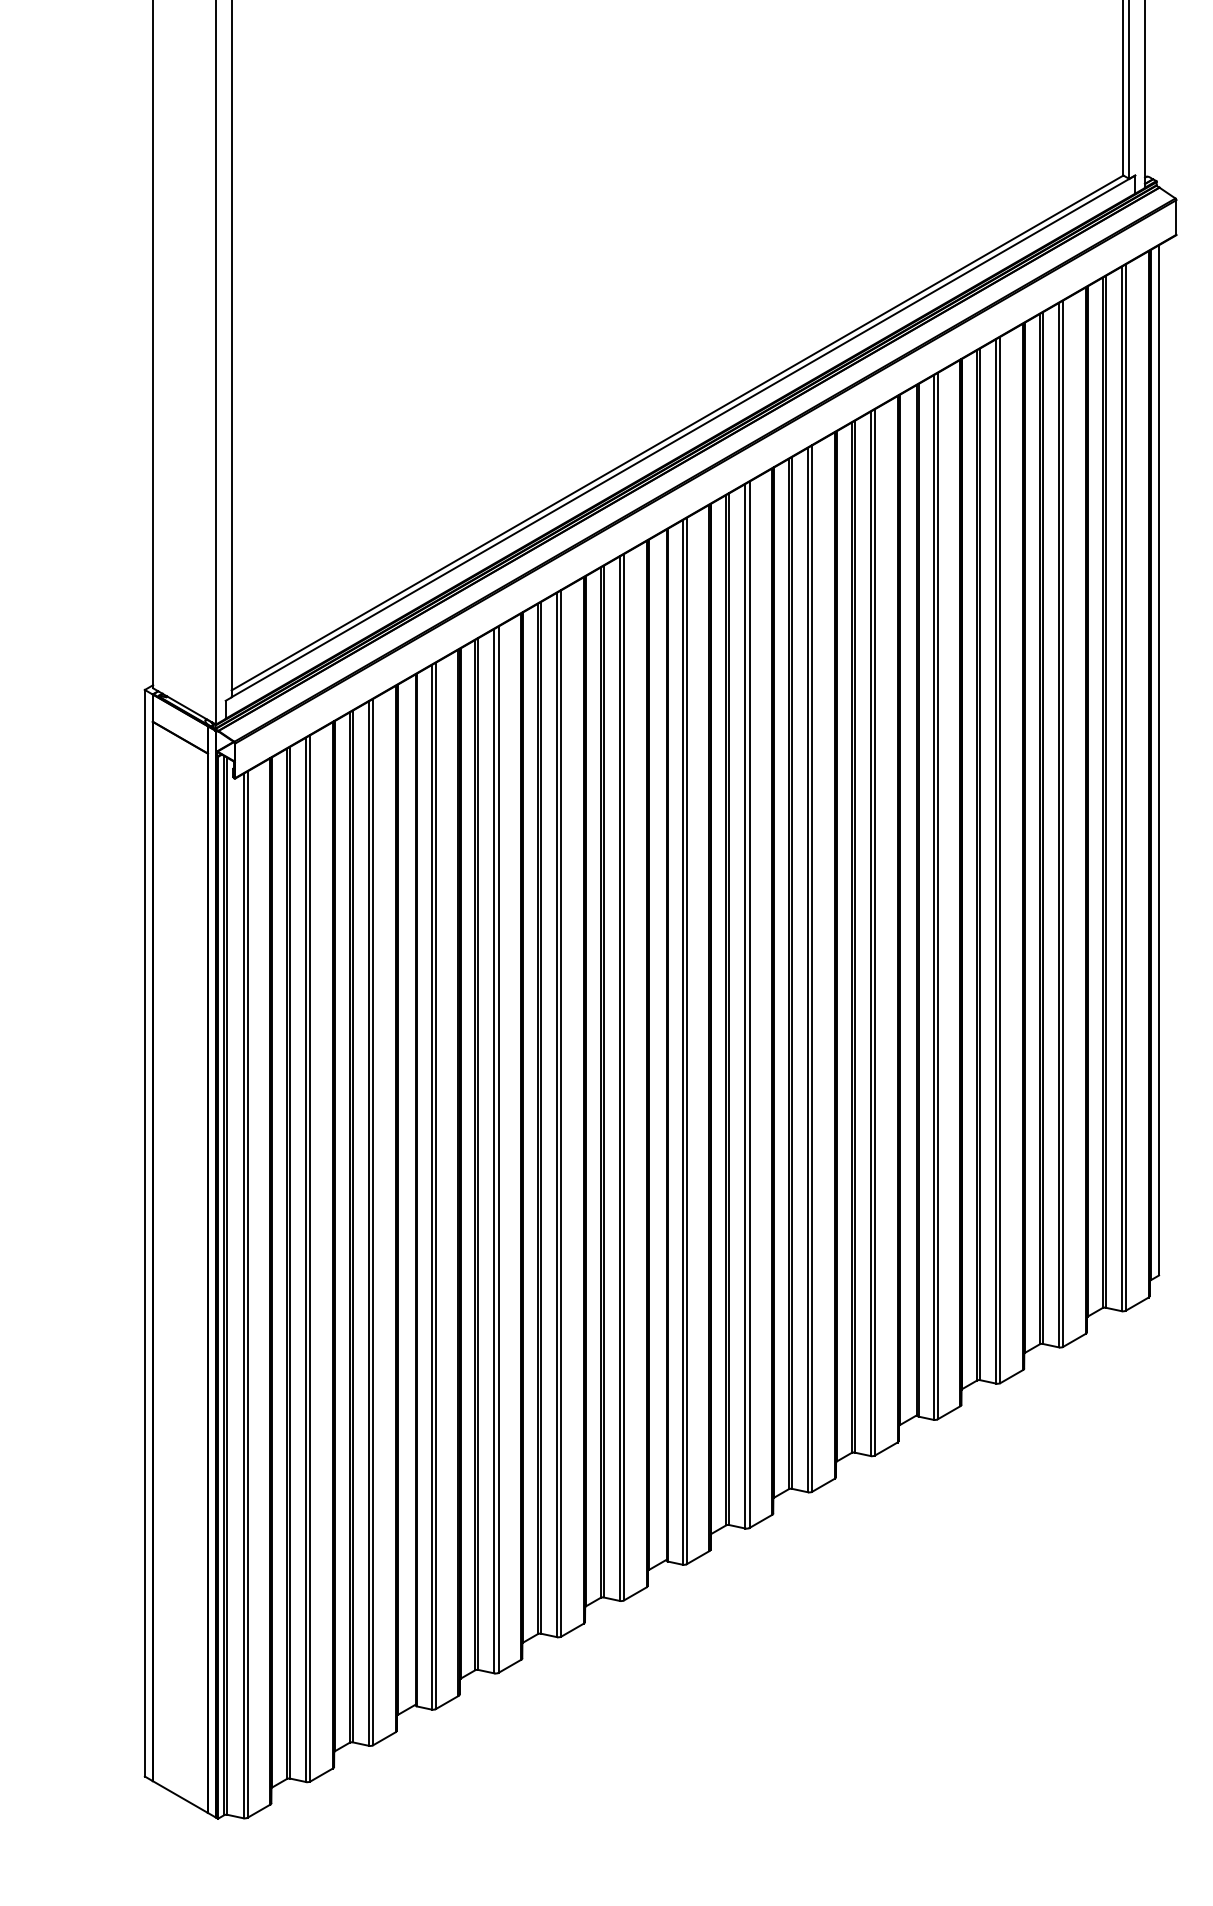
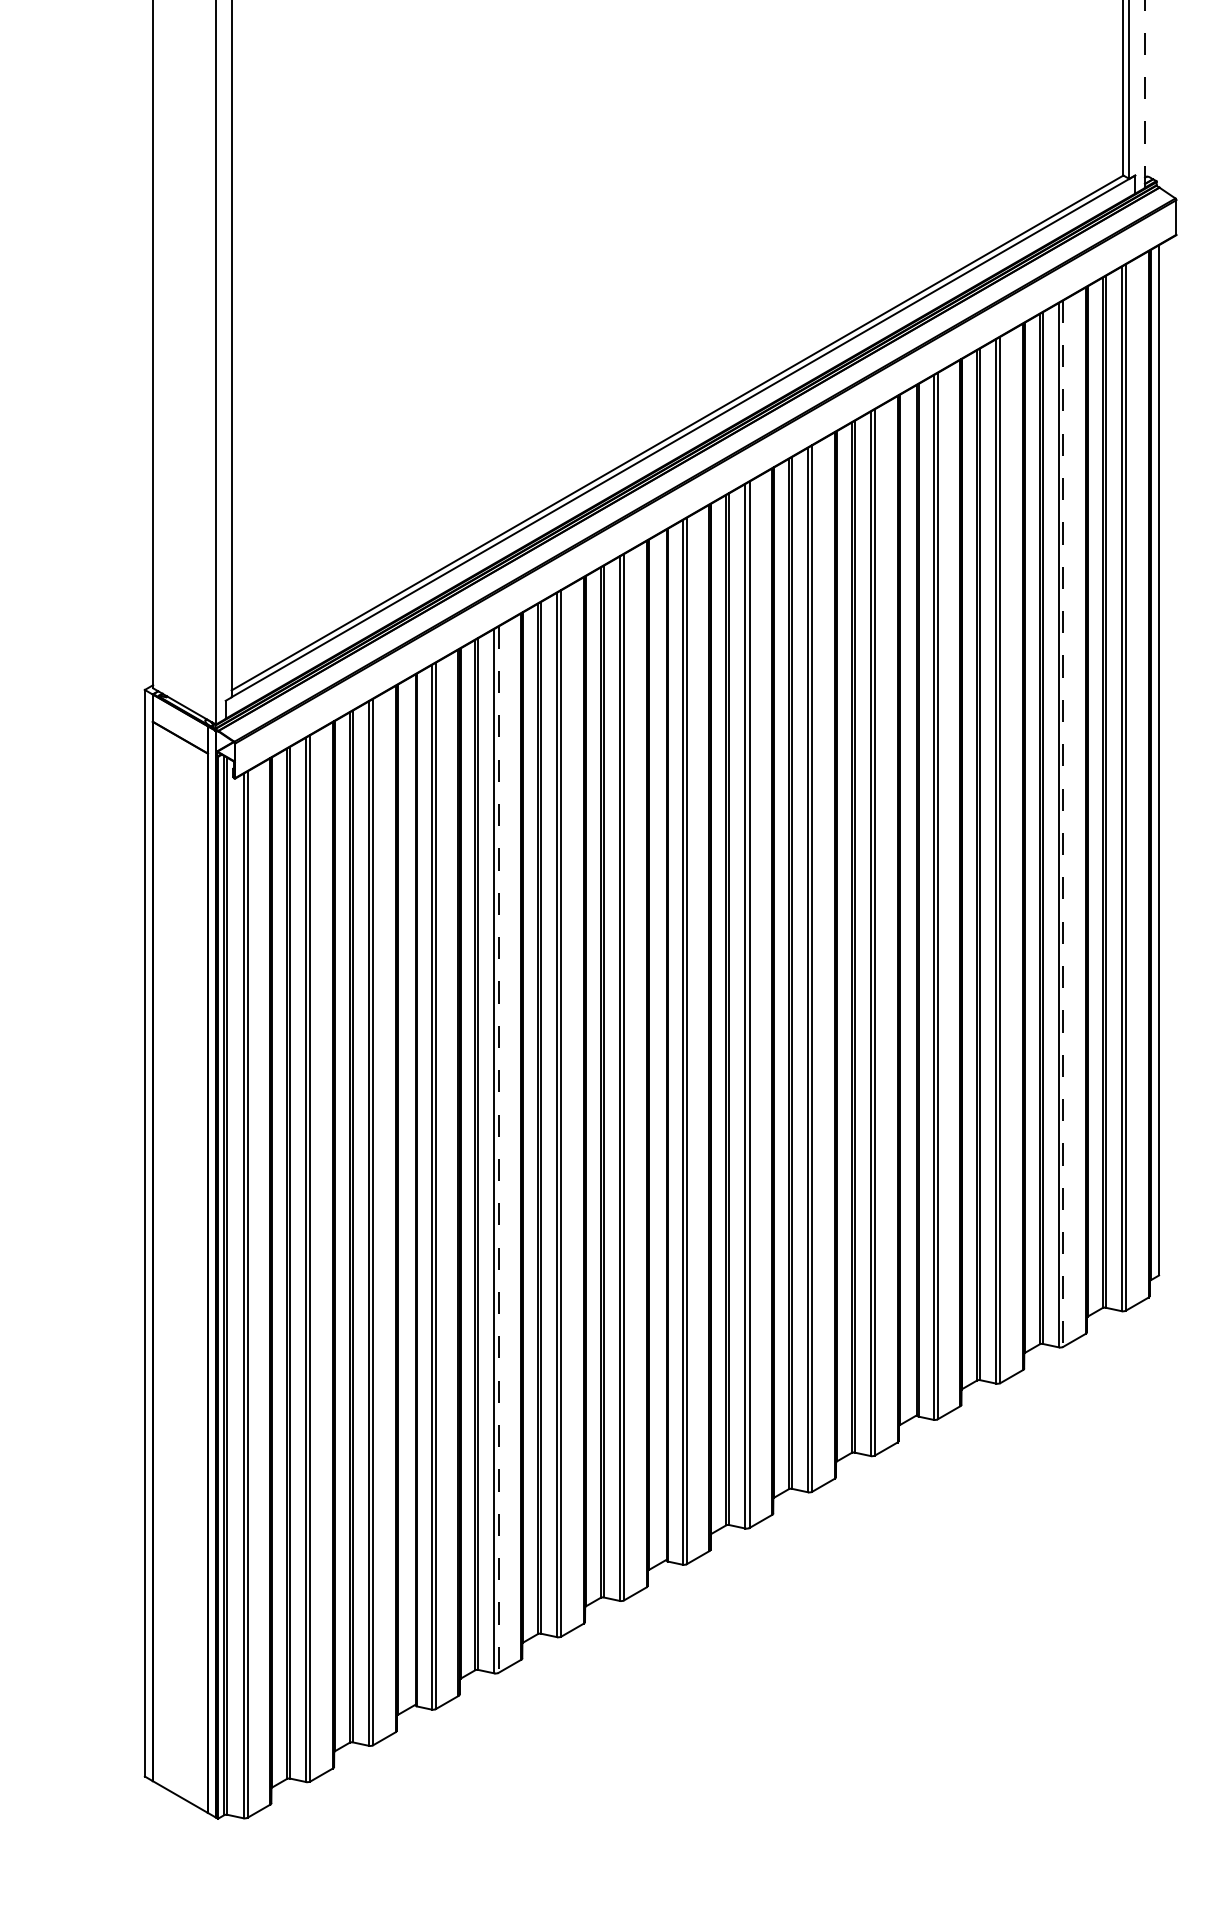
line at (1145, 94): solid -> dashed
line at (1063, 824): solid -> dashed
line at (498, 1150): solid -> dashed
